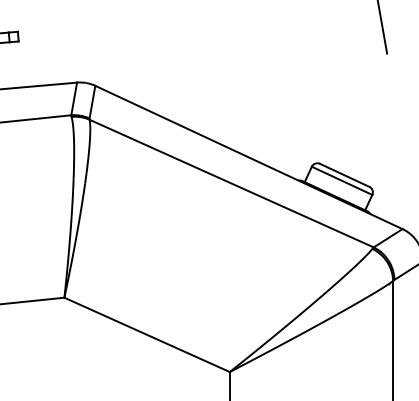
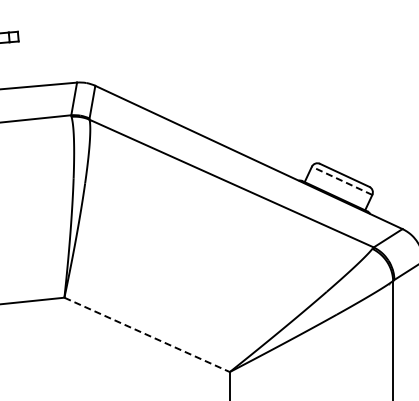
line at (382, 27): present -> none
line at (341, 180): solid -> dashed
line at (147, 334): solid -> dashed
